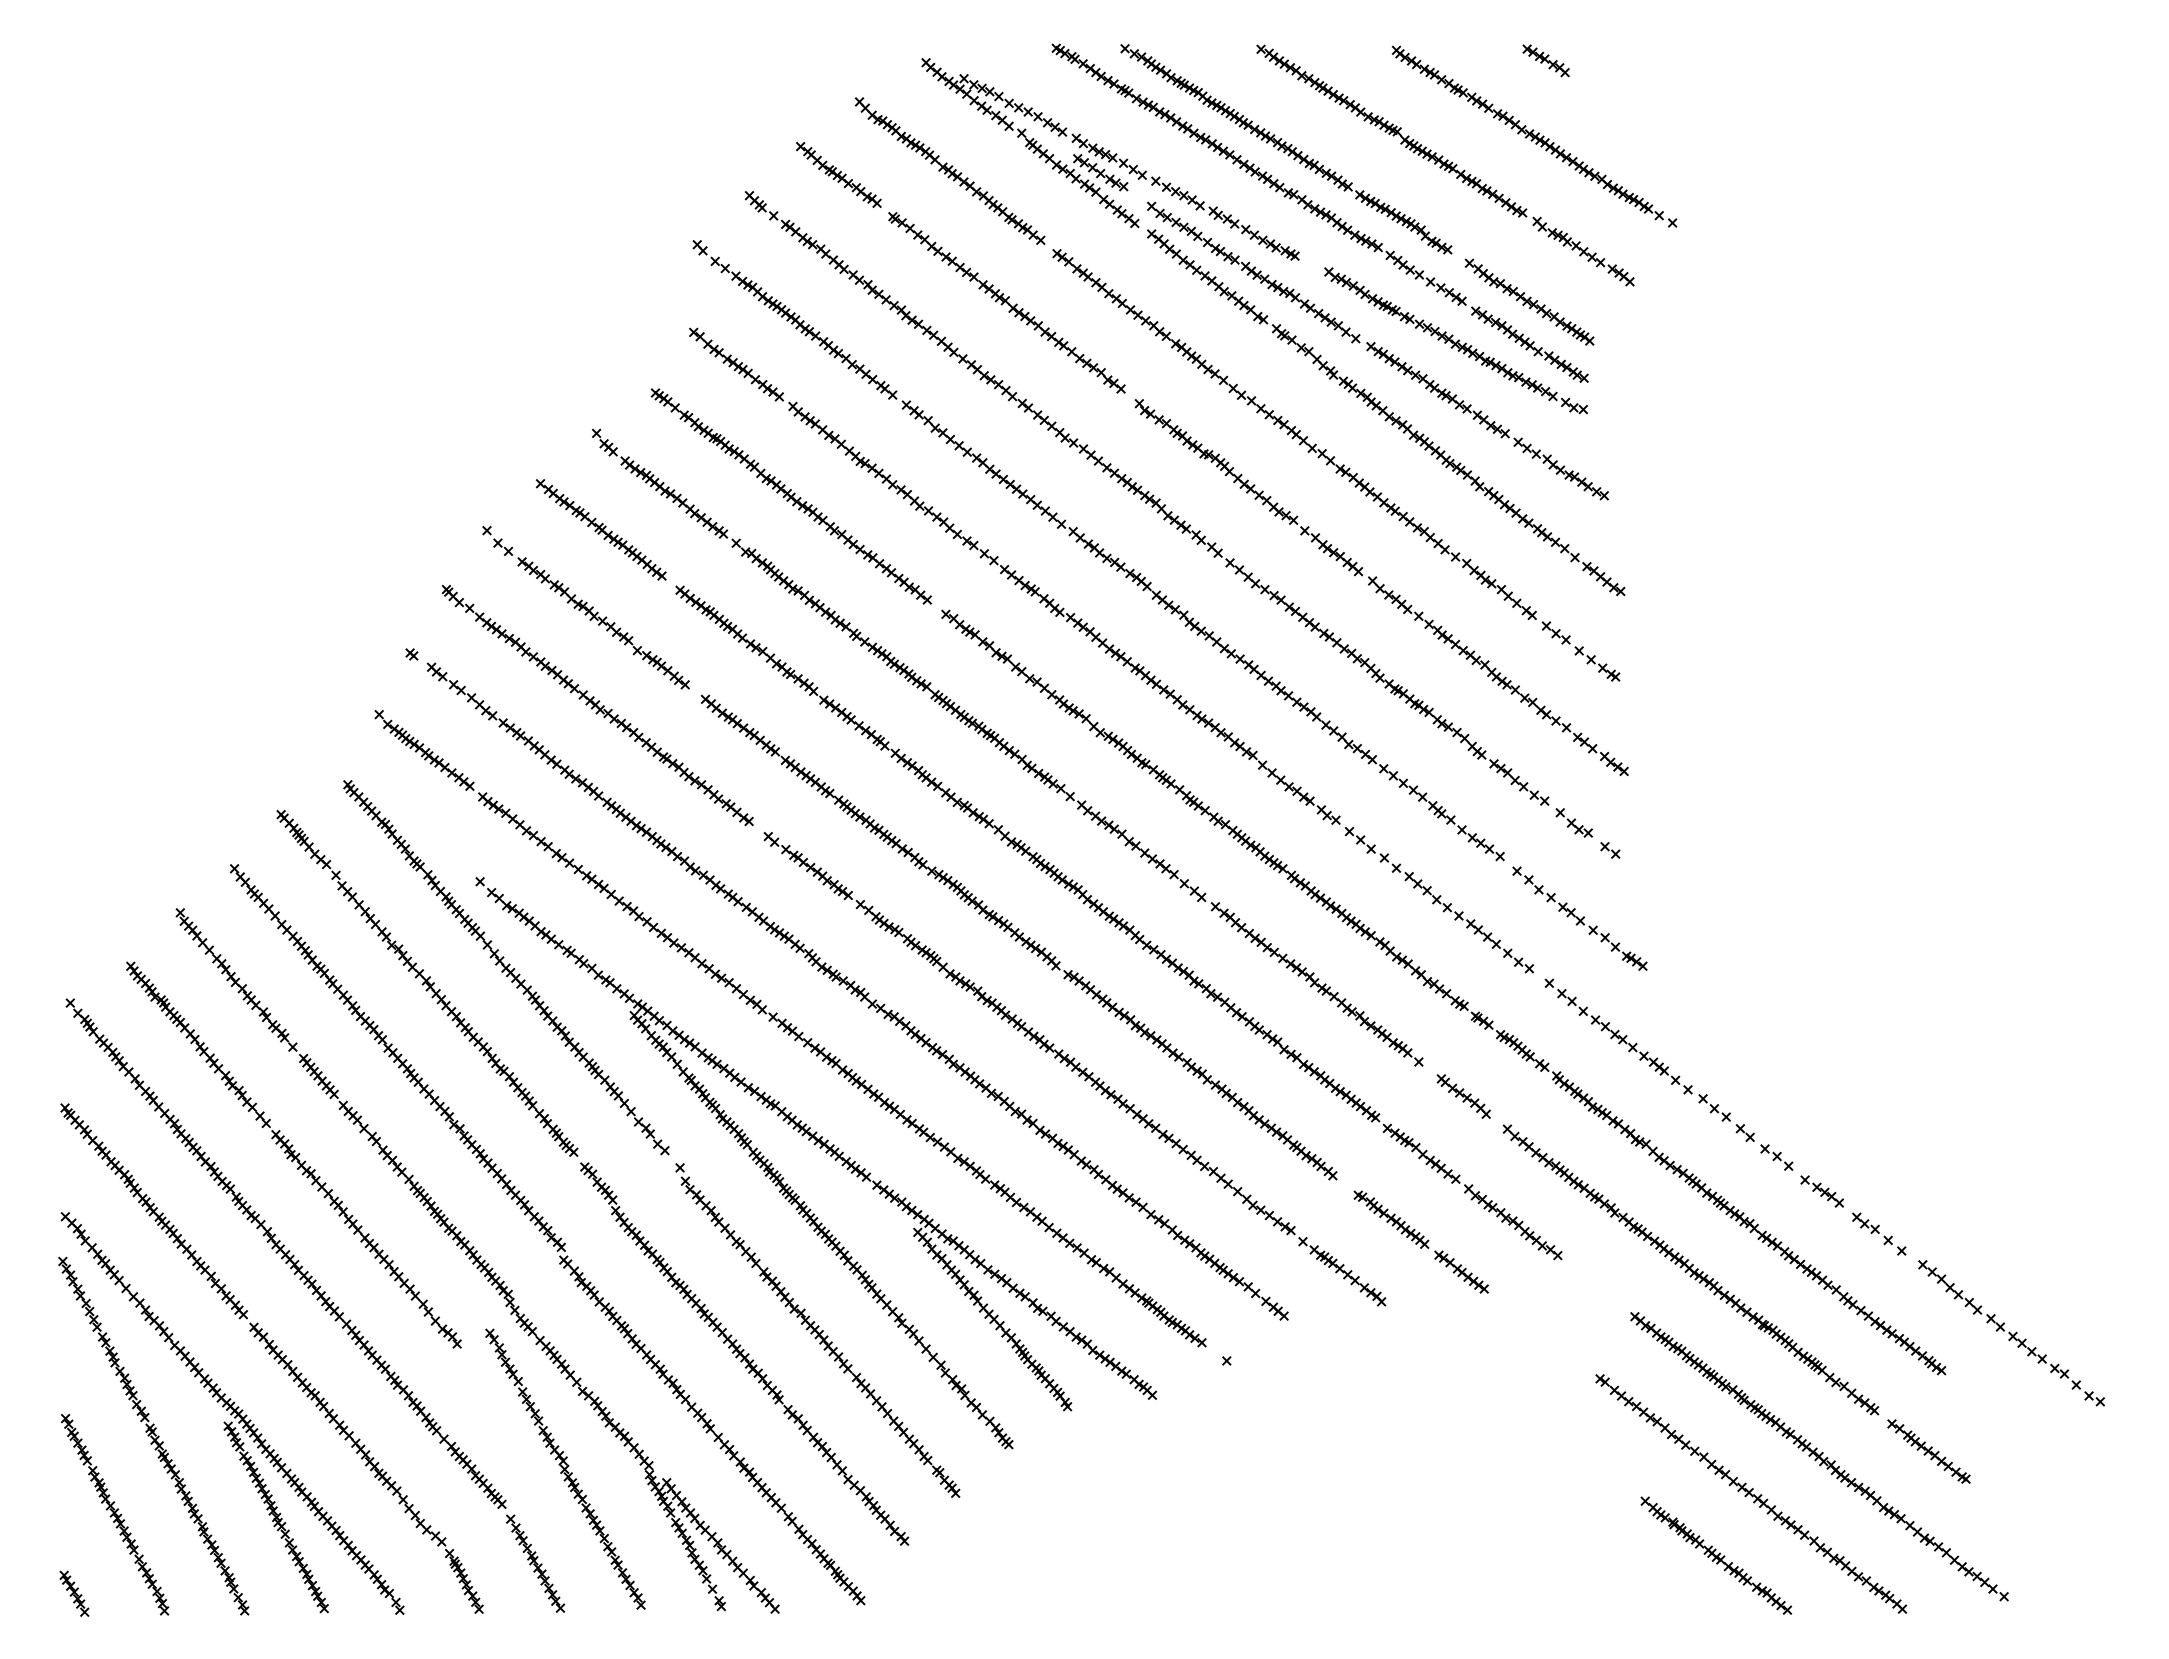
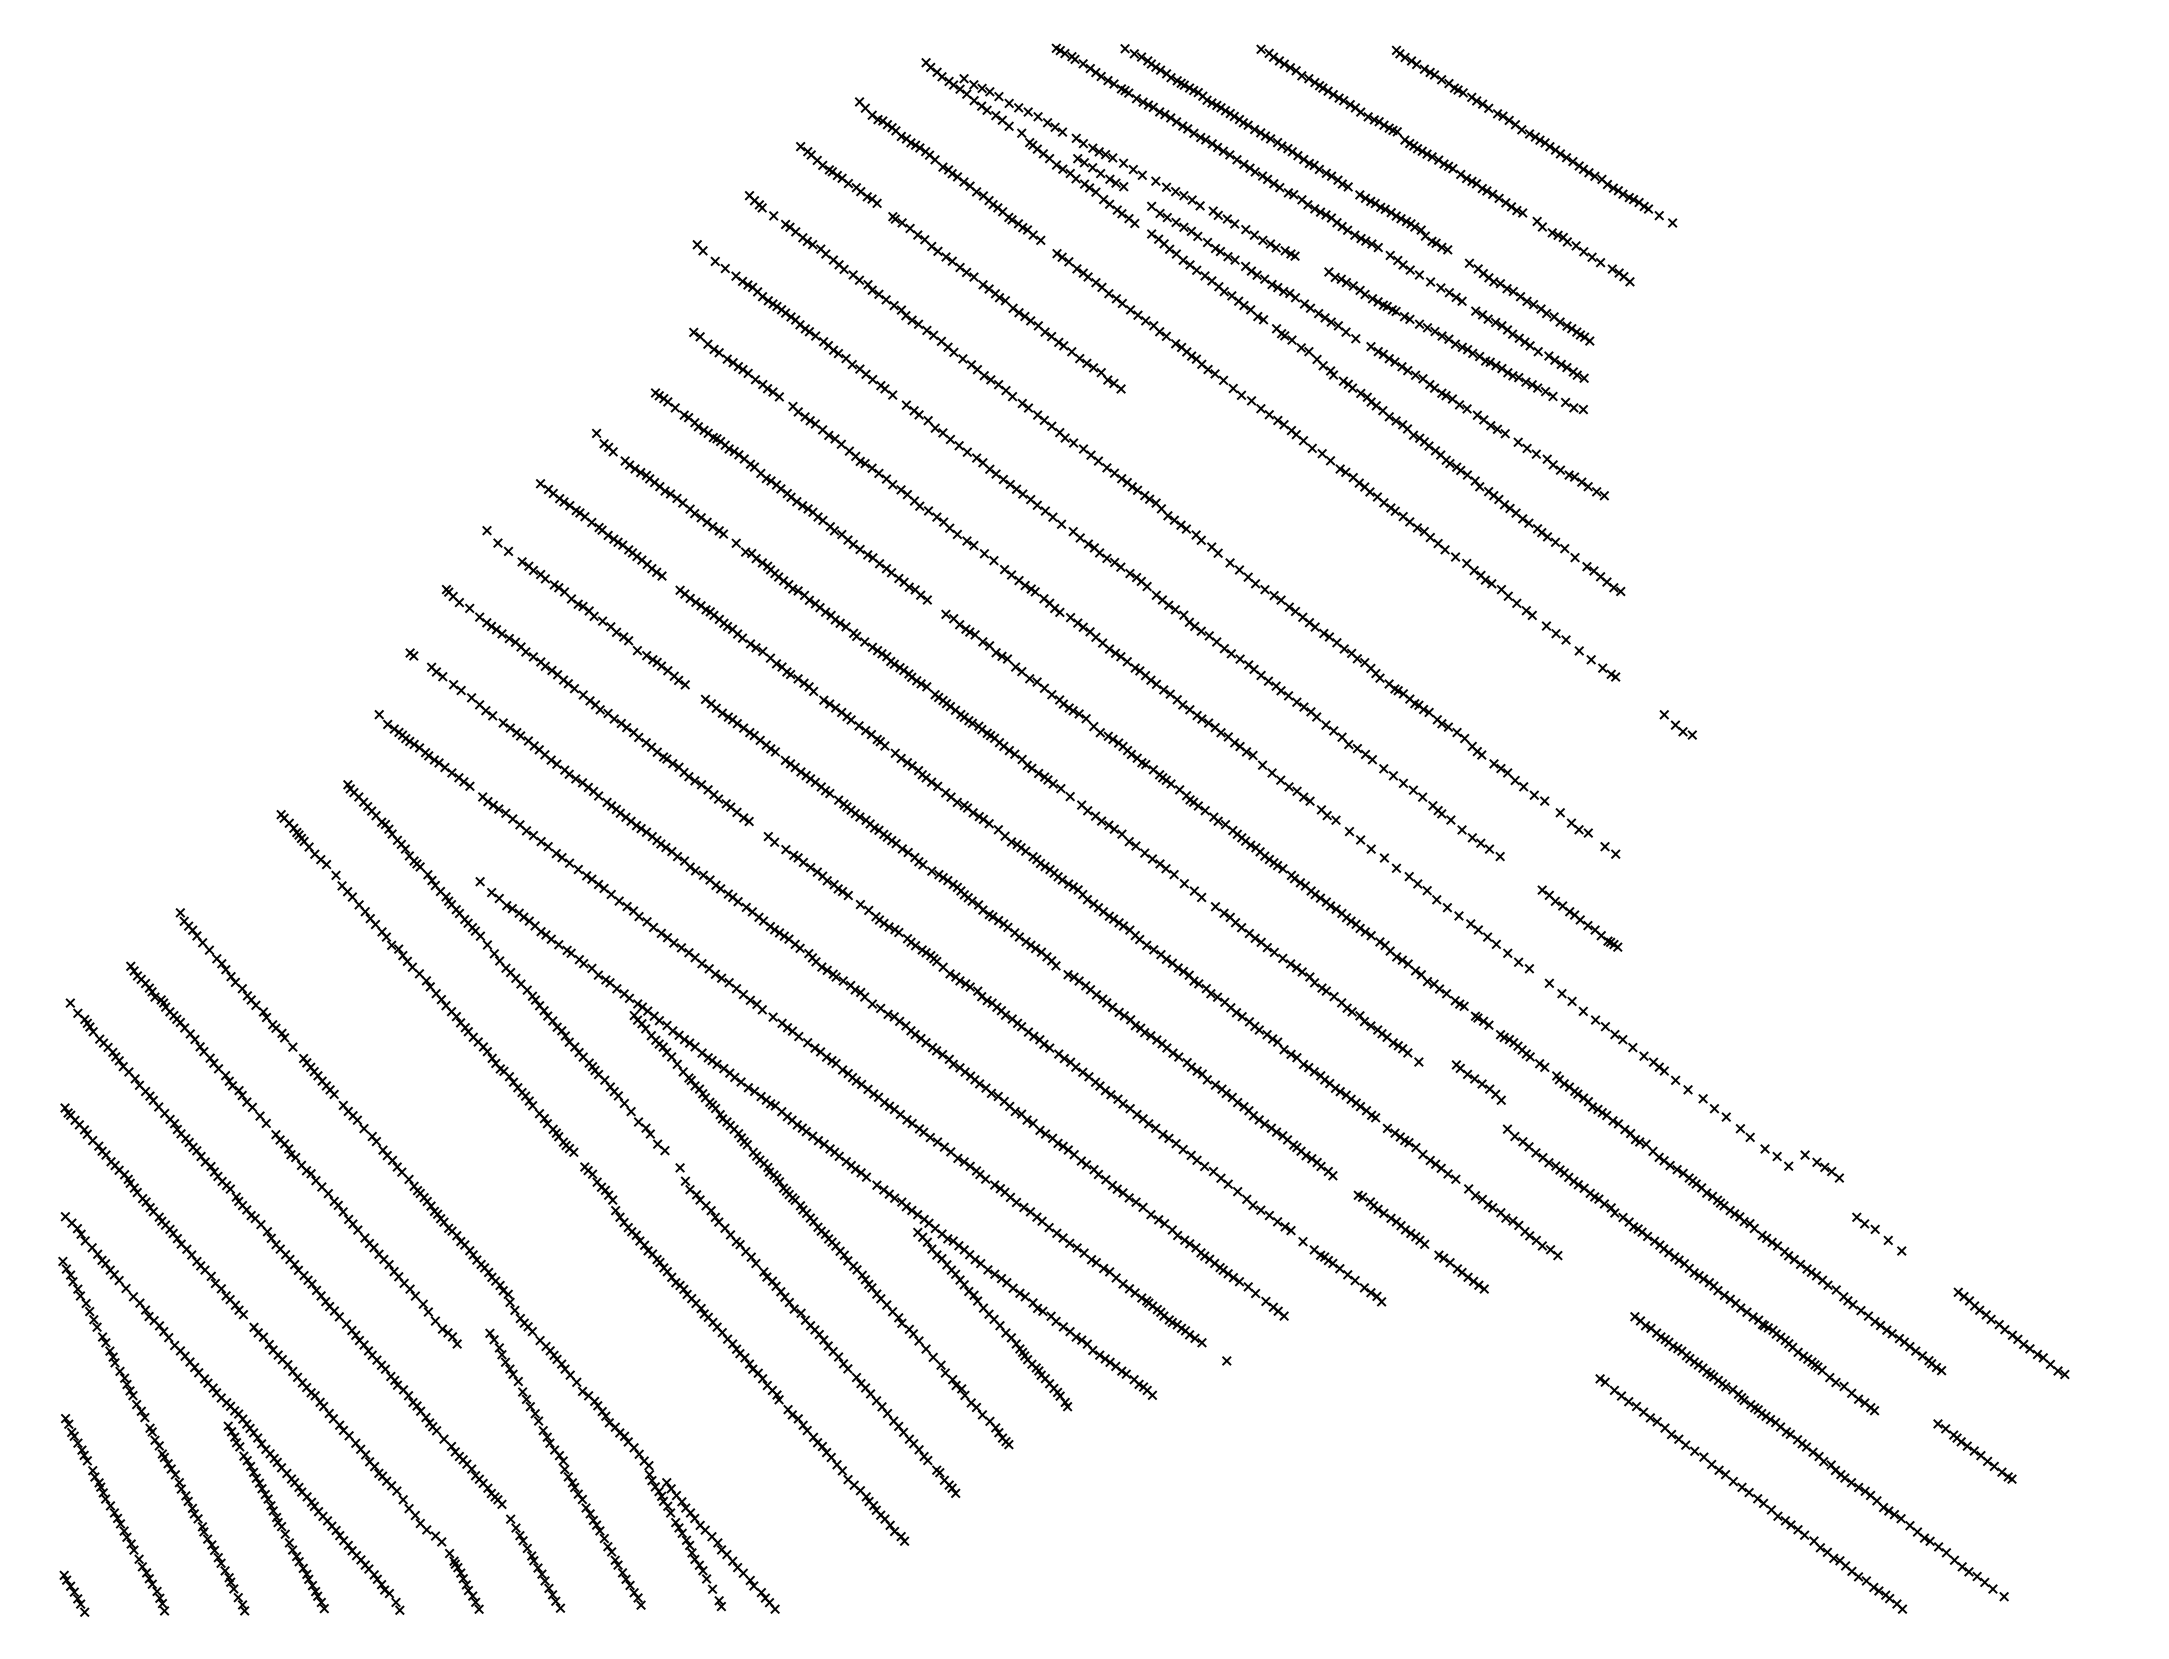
part at (1545, 60): present -> none
part at (1381, 587): present -> none
part at (1677, 724): none -> present
part at (1579, 918) size: 136x105 px -> 86x67 px
part at (1463, 1096) position: (1463, 1096) -> (1478, 1082)
part at (1821, 1191) position: (1821, 1191) -> (1821, 1166)
part at (547, 1234): present -> none
part at (2011, 1333) size: 187x147 px -> 117x93 px
part at (1928, 1451) position: (1928, 1451) -> (1974, 1451)
part at (1716, 1555): present -> none
